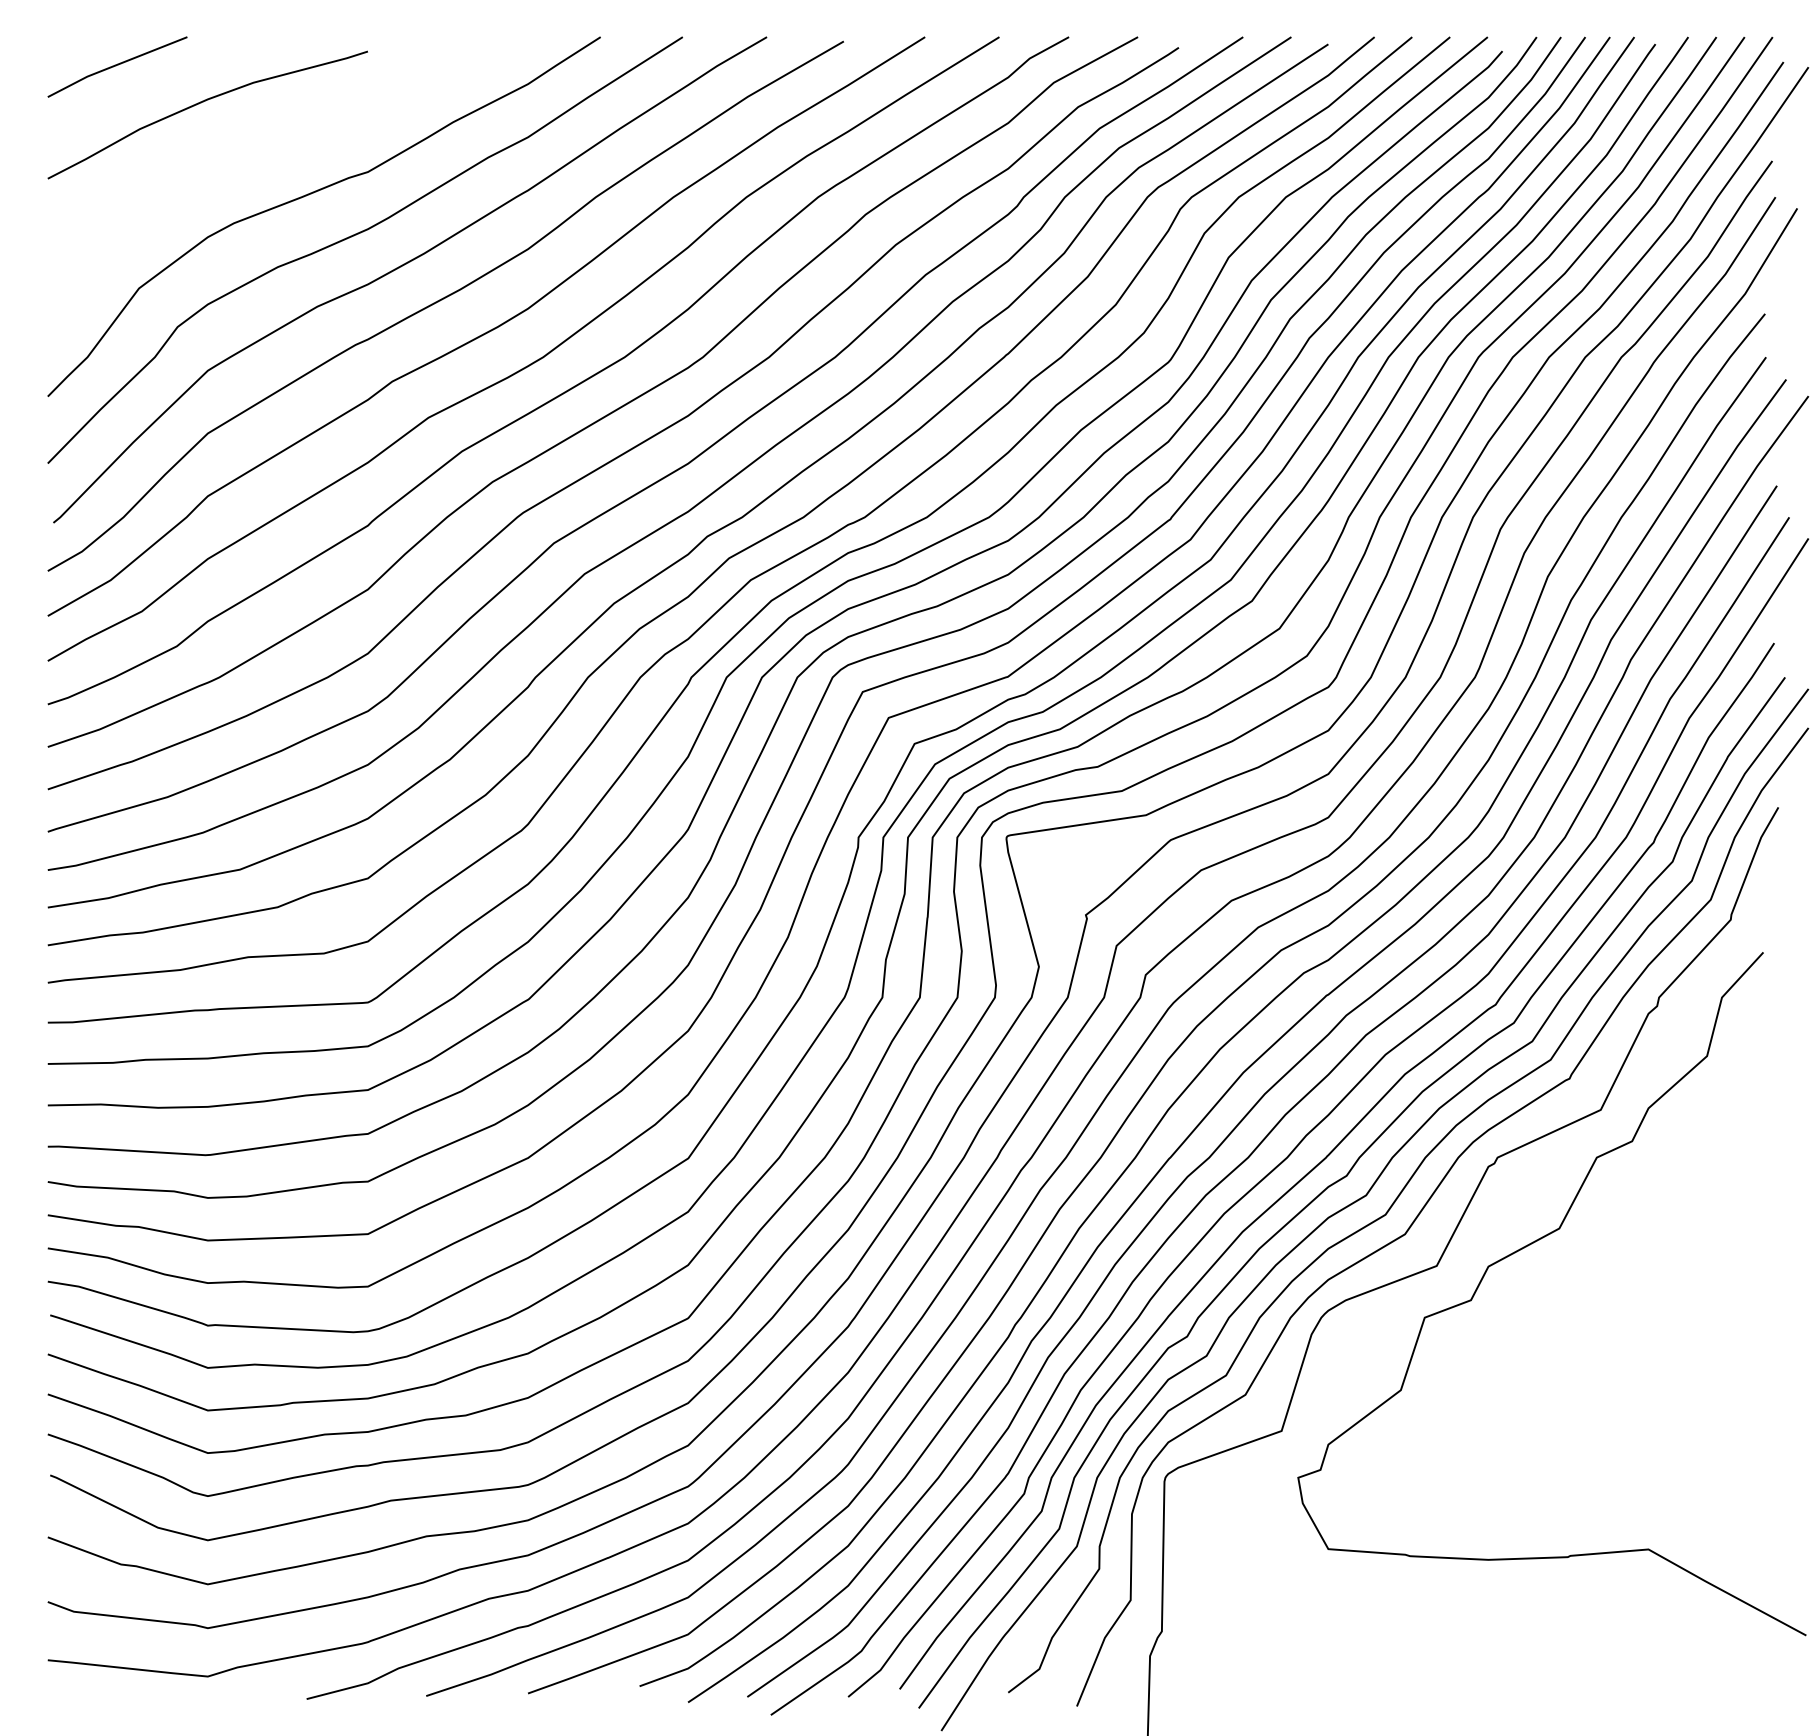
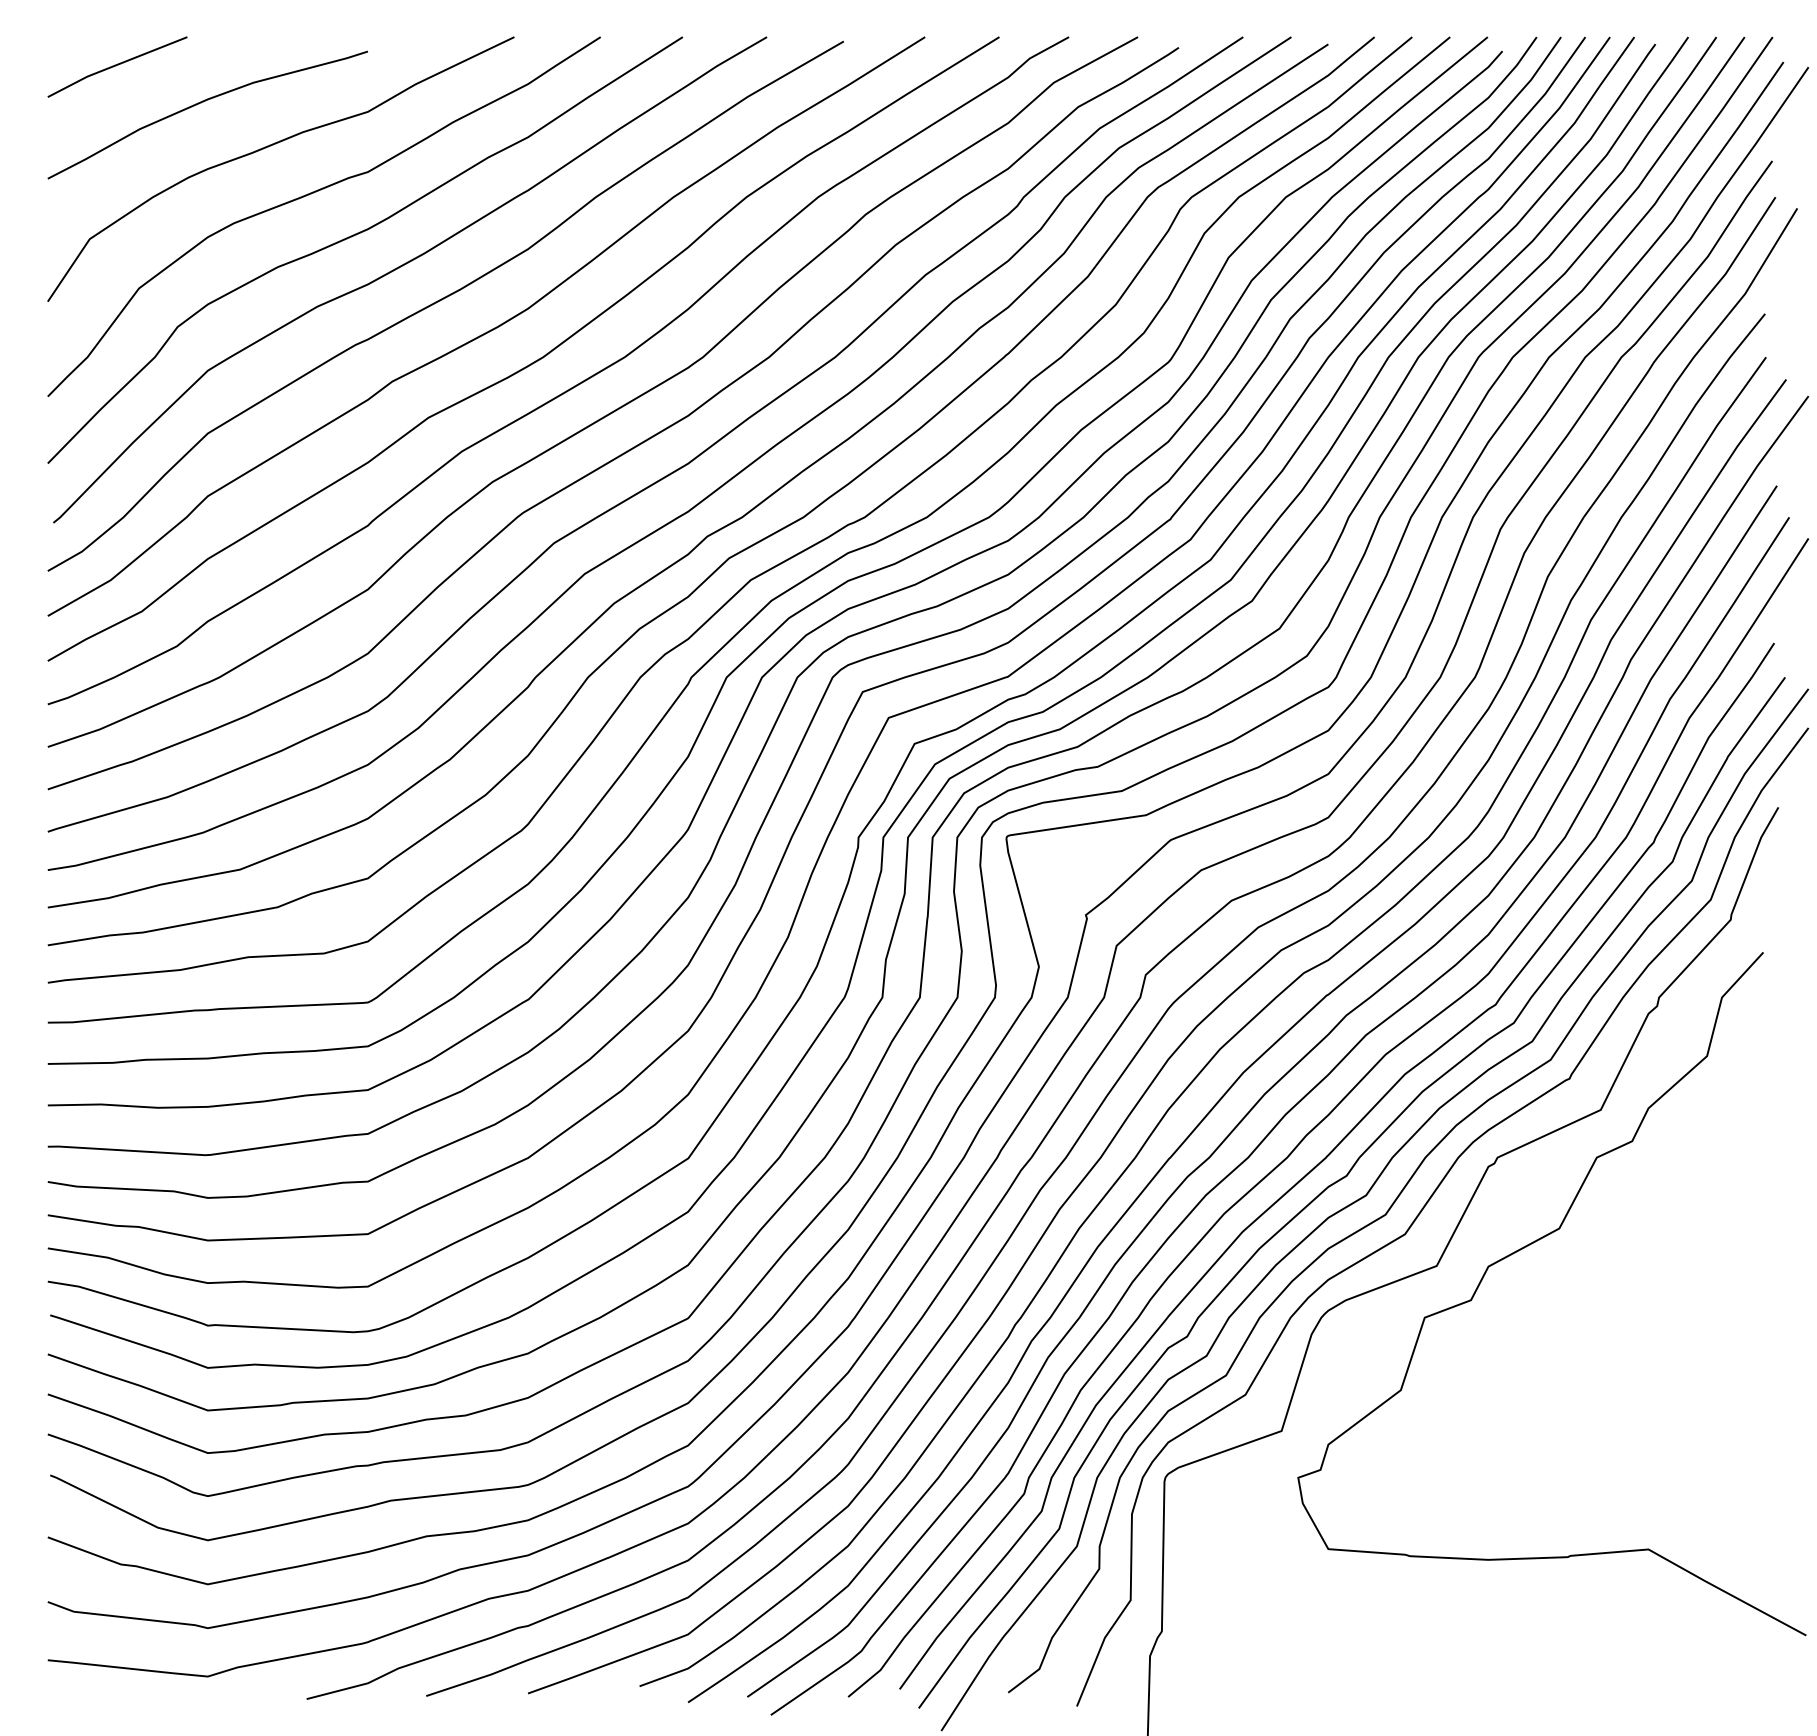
curve at (273, 145): none -> present
